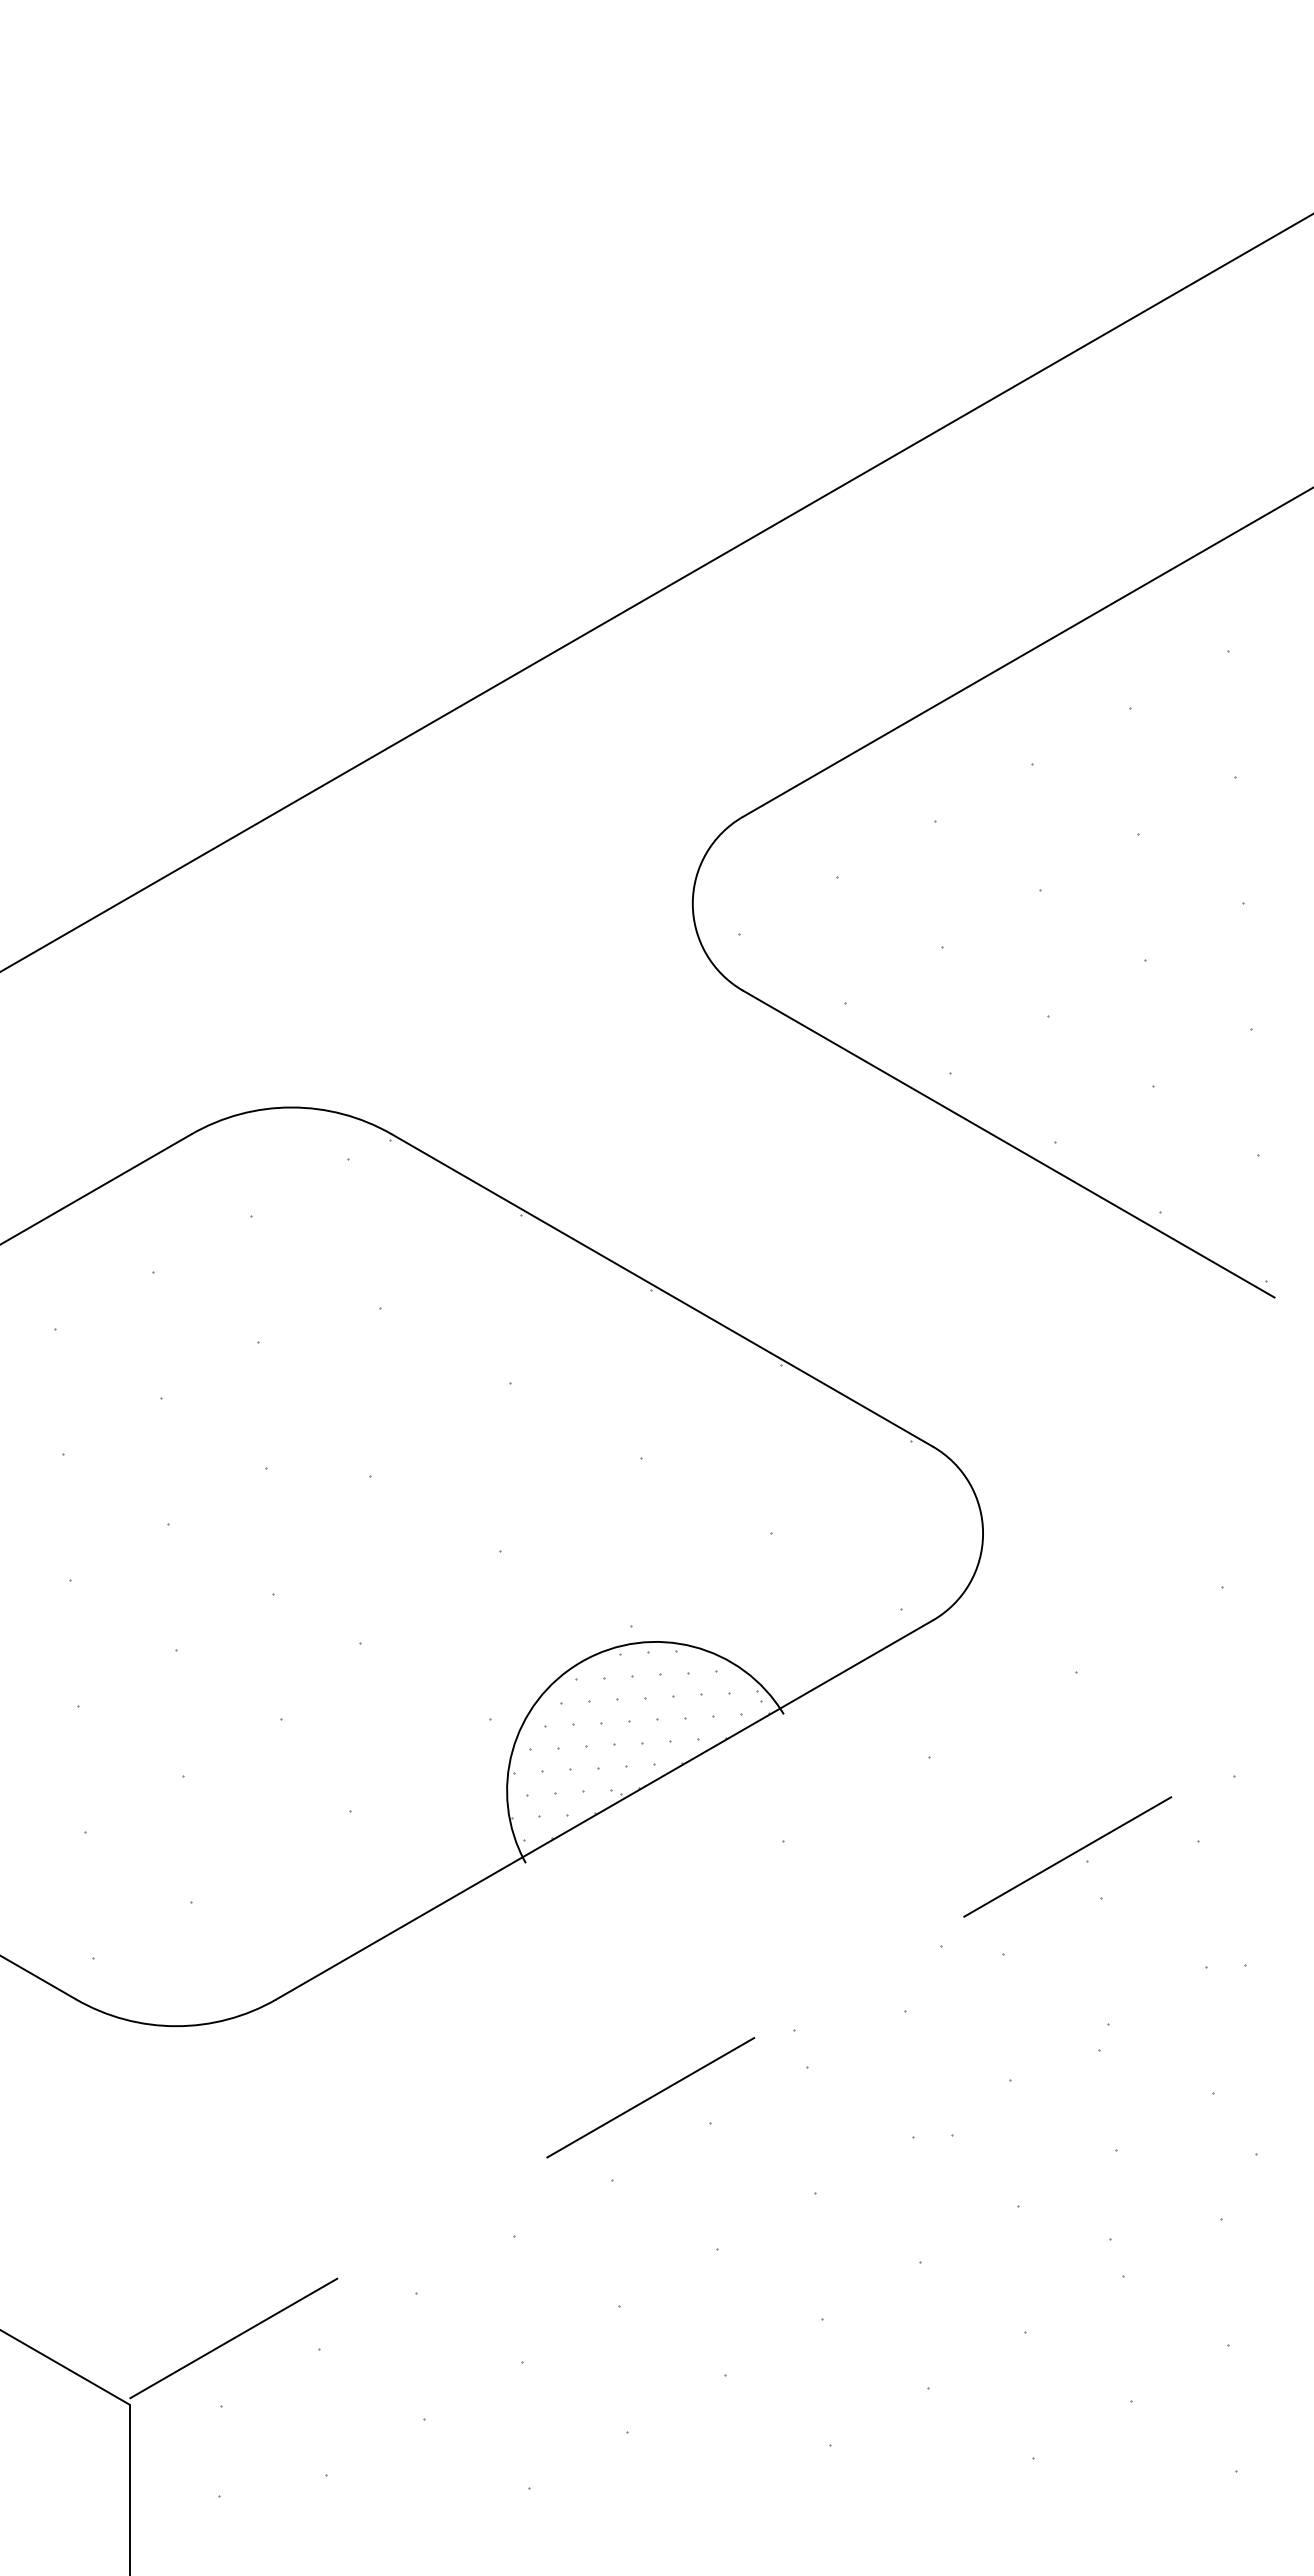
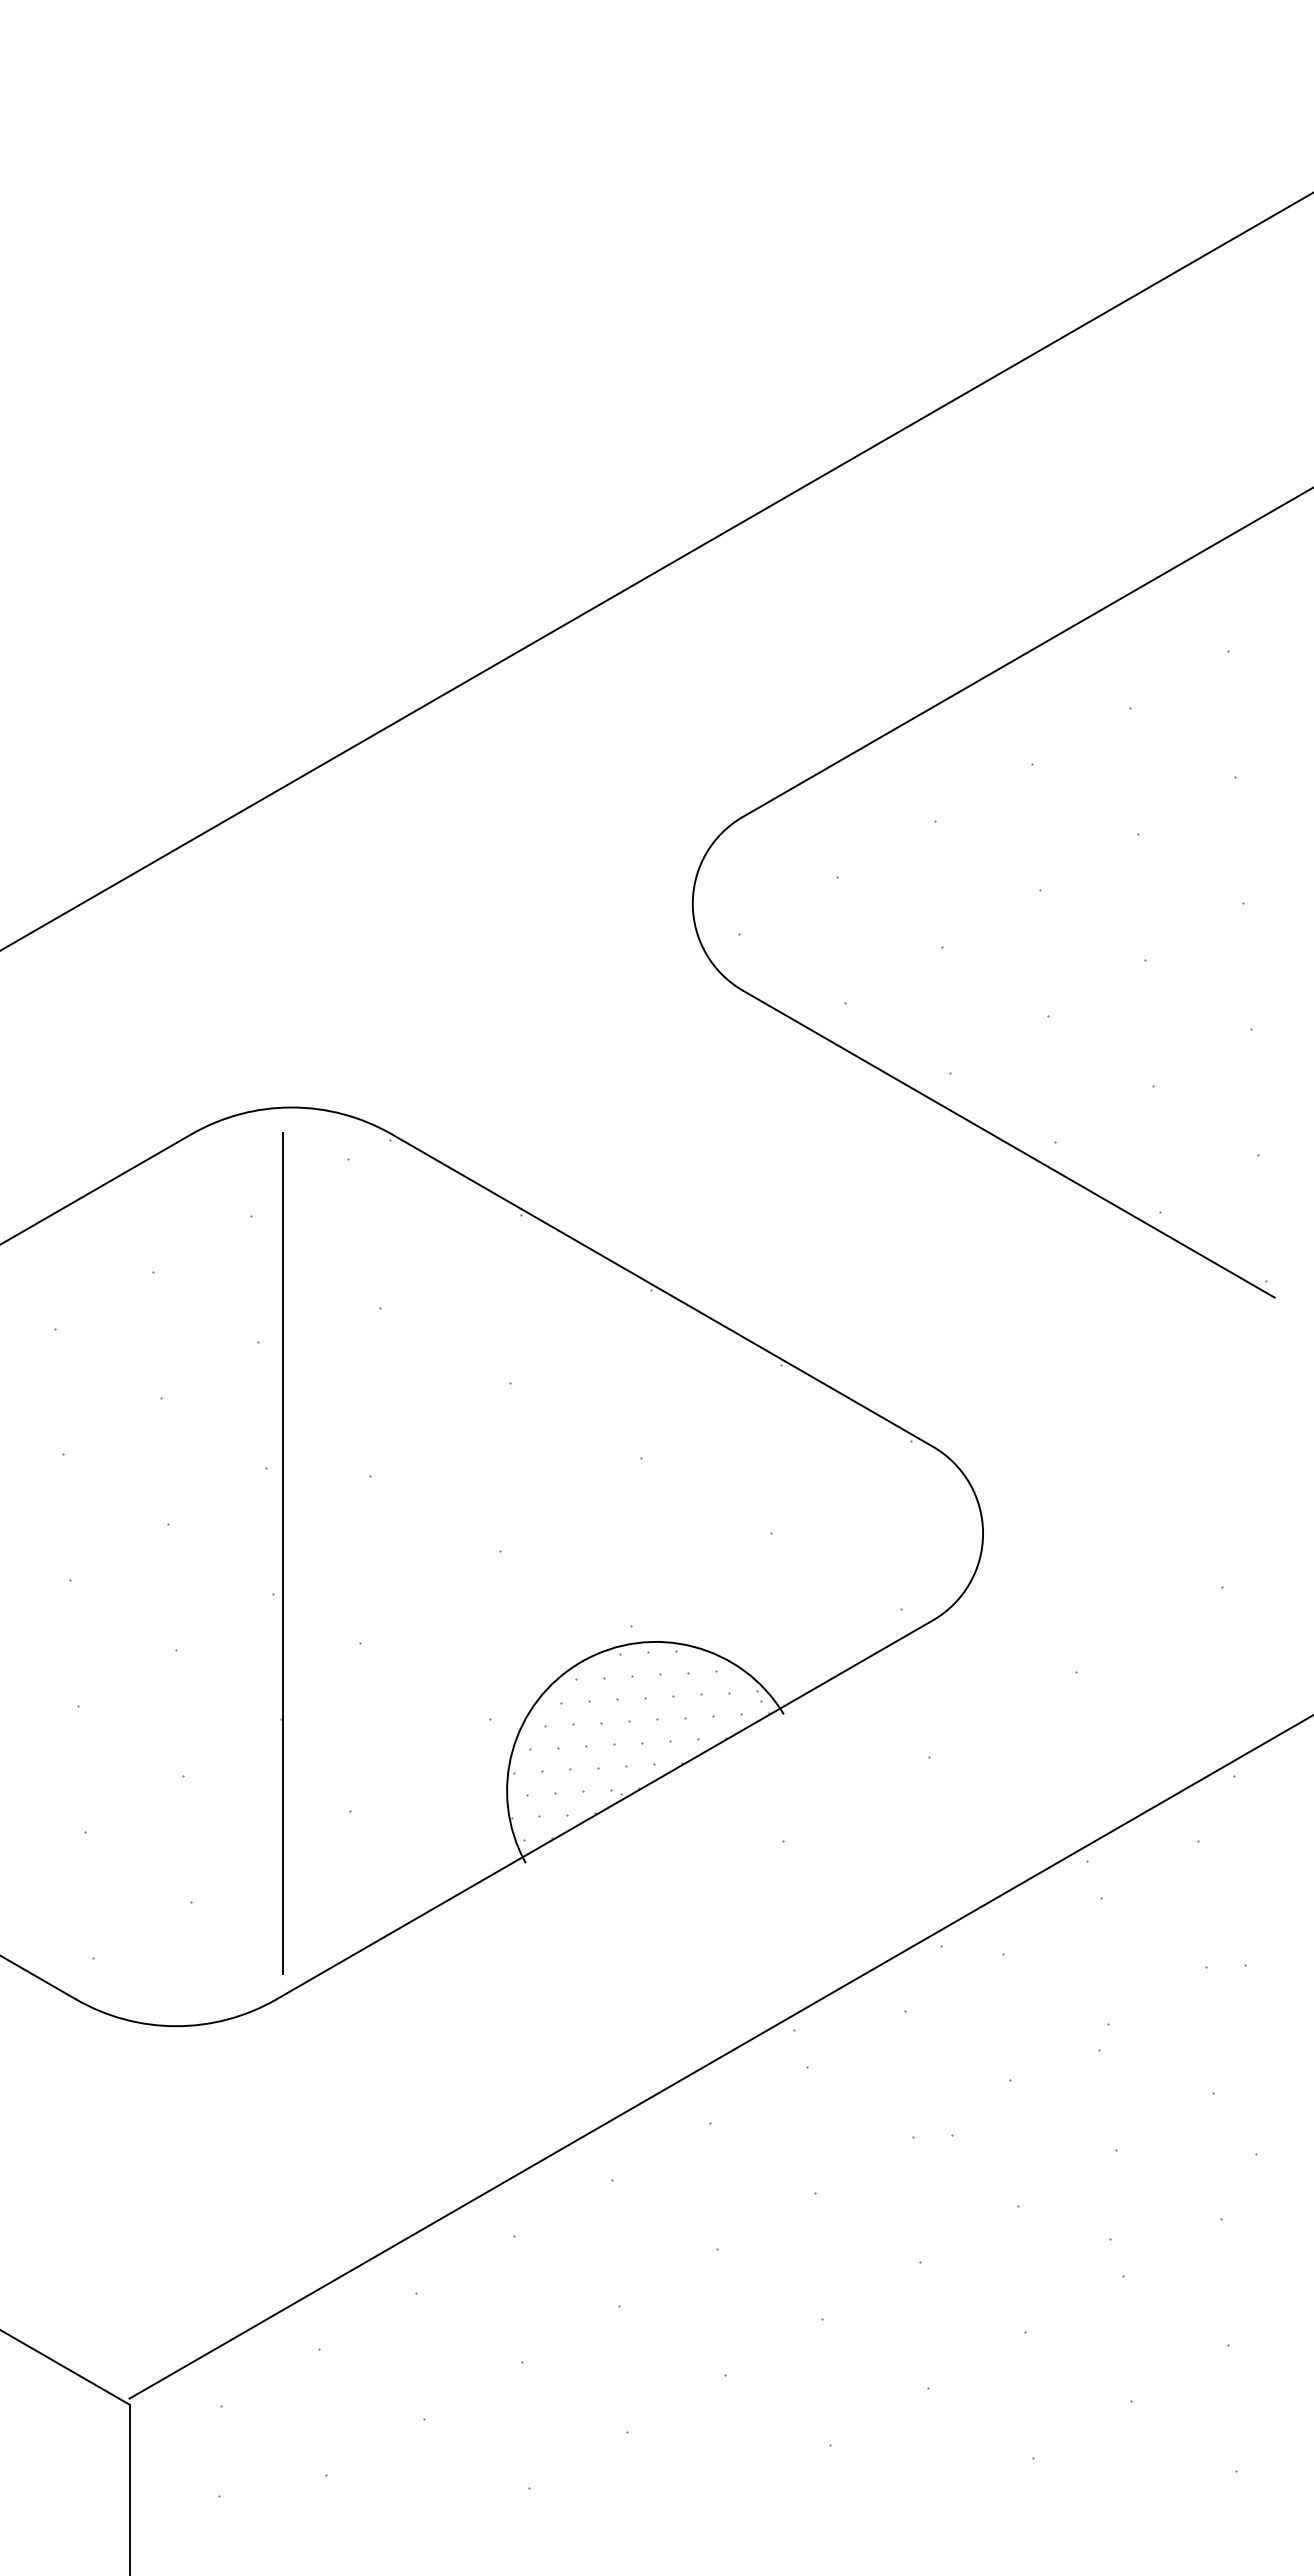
line at (656, 592) position: (656, 592) -> (656, 571)
line at (283, 1553): none -> present
line at (721, 2056): dashed -> solid
